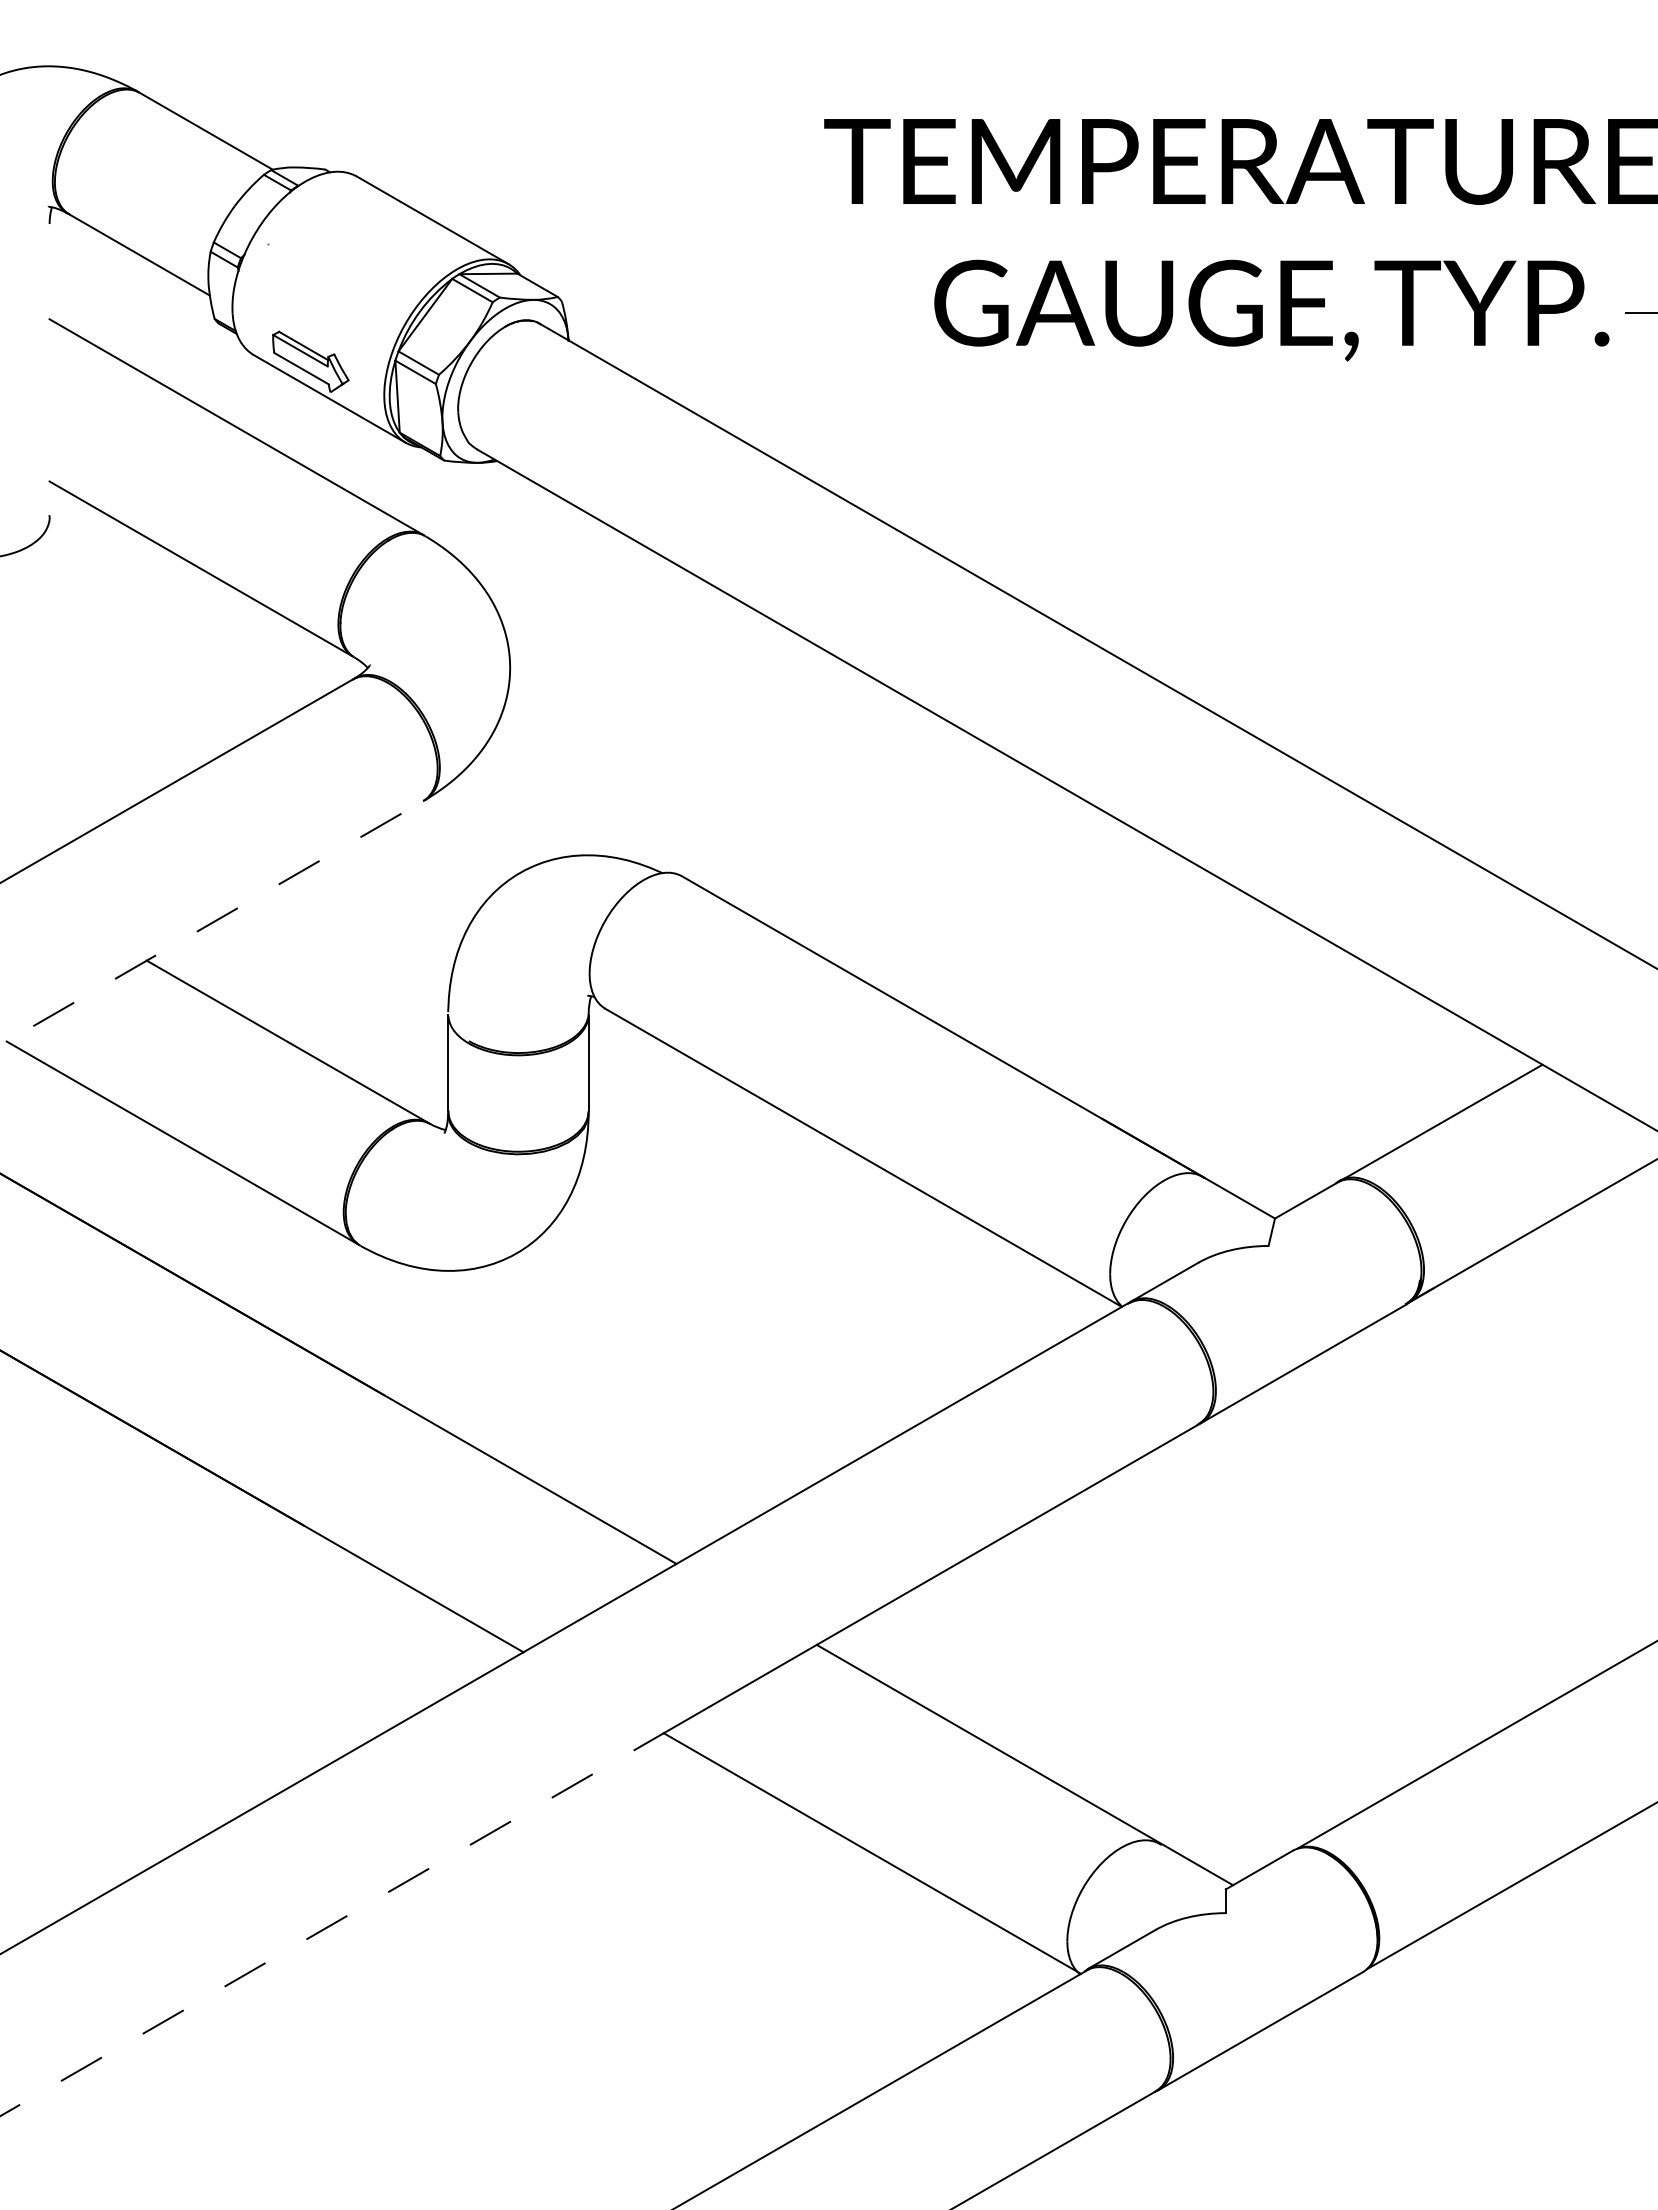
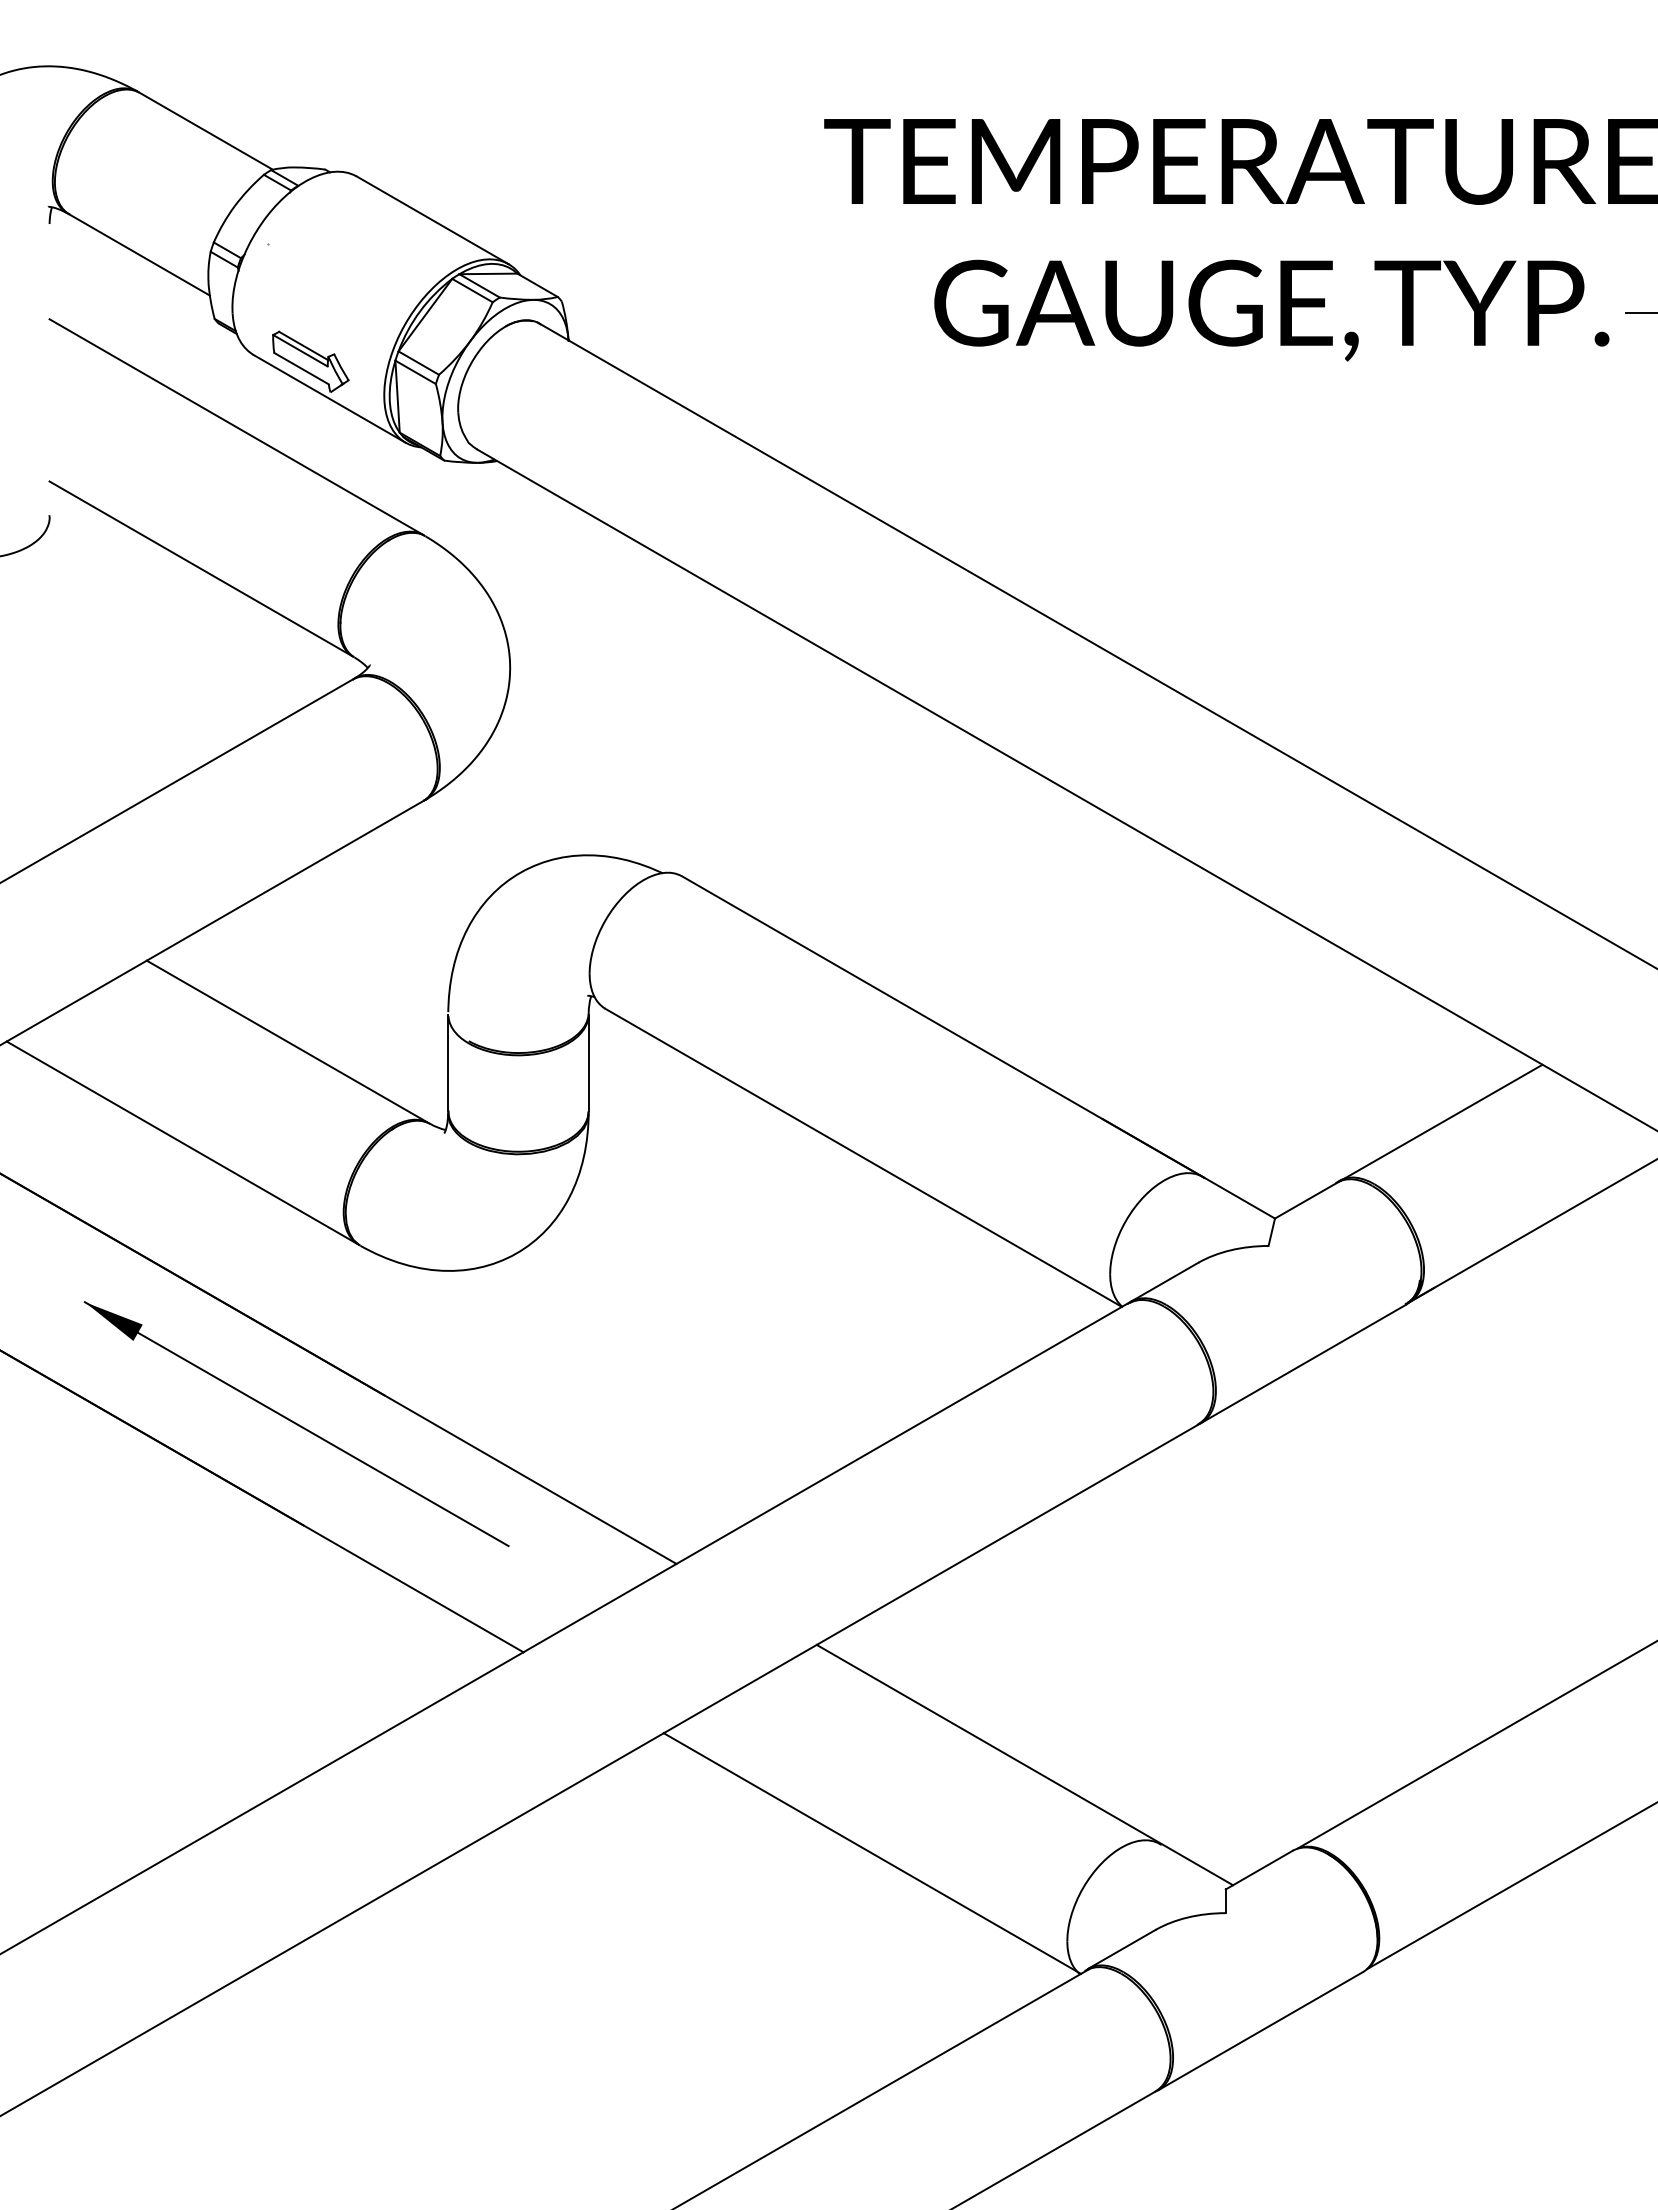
line at (214, 921): dashed -> solid
part at (296, 1424): none -> present
line at (332, 1924): dashed -> solid
